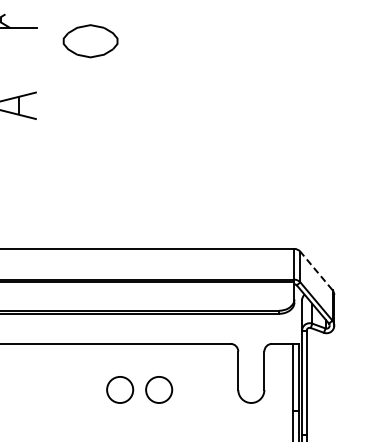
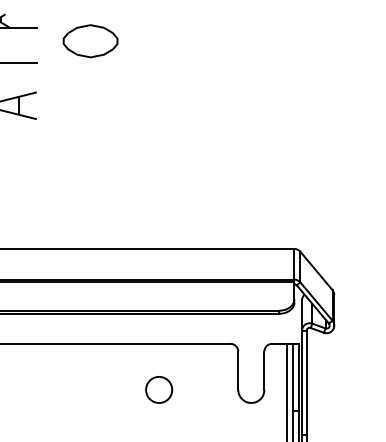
line at (19, 62): none -> present
line at (316, 270): dashed -> solid
circle at (120, 389): present -> none
line at (286, 390): none -> present
